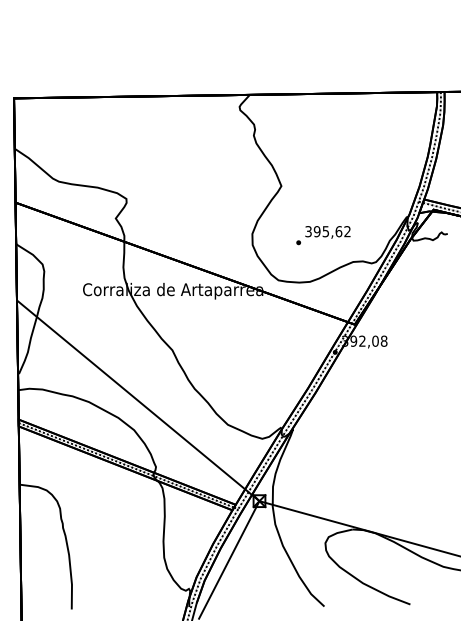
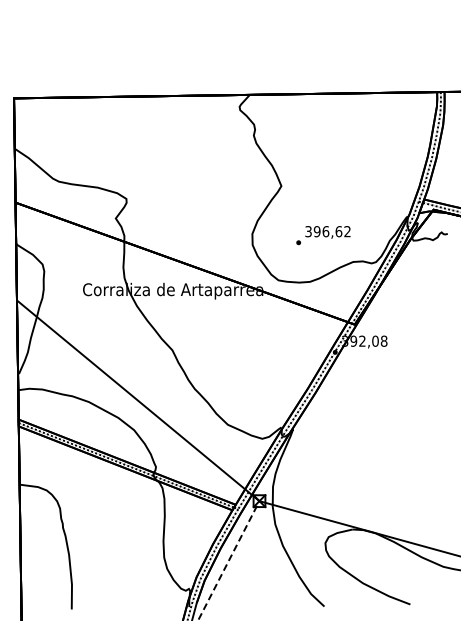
text at (325, 231): 395,62 -> 396,62
line at (229, 560): solid -> dashed
